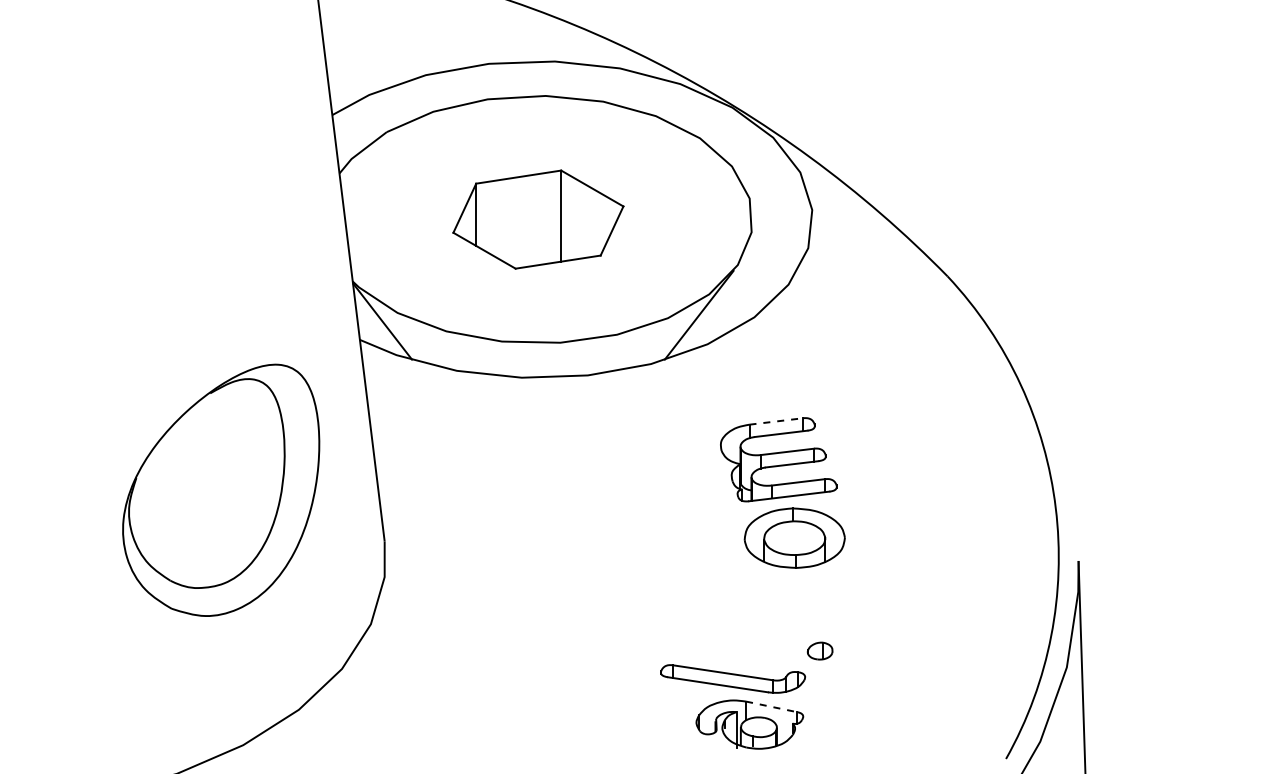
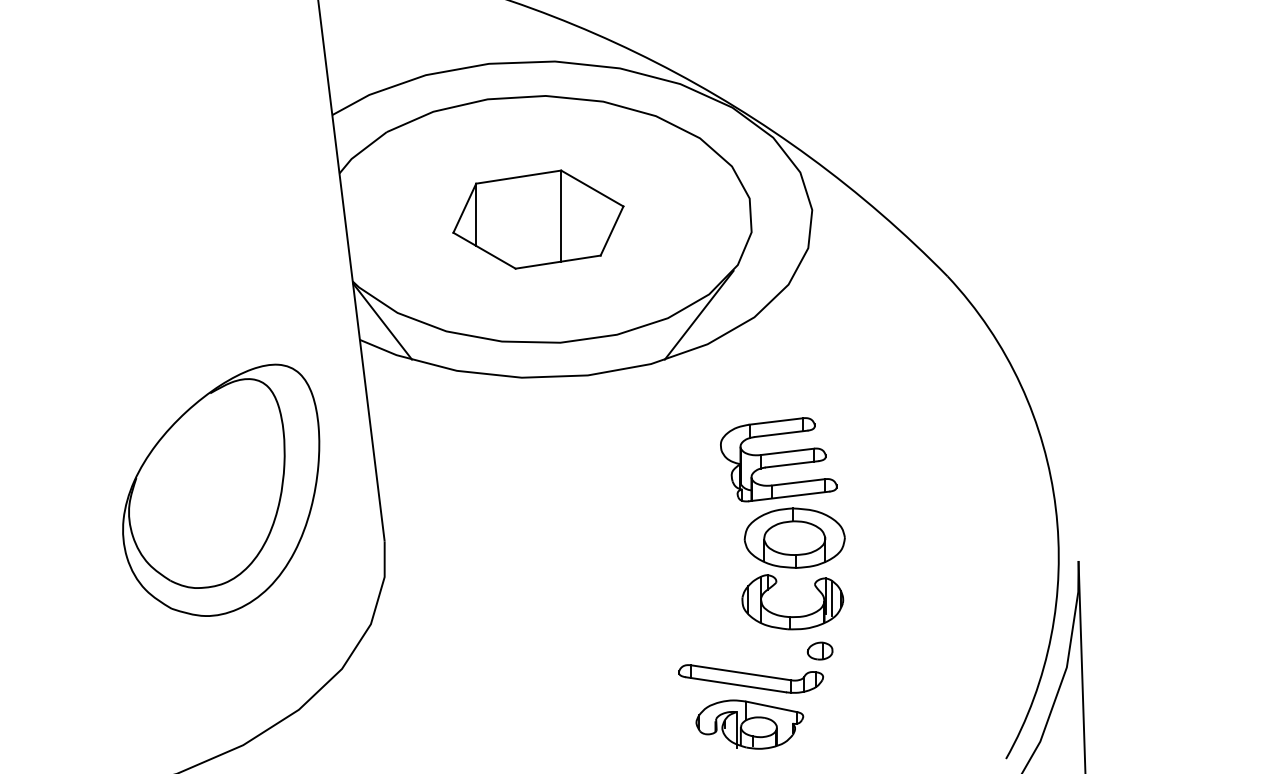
line at (776, 421): dashed -> solid
part at (792, 616): none -> present
part at (732, 678) position: (732, 678) -> (750, 678)
line at (772, 706): dashed -> solid
